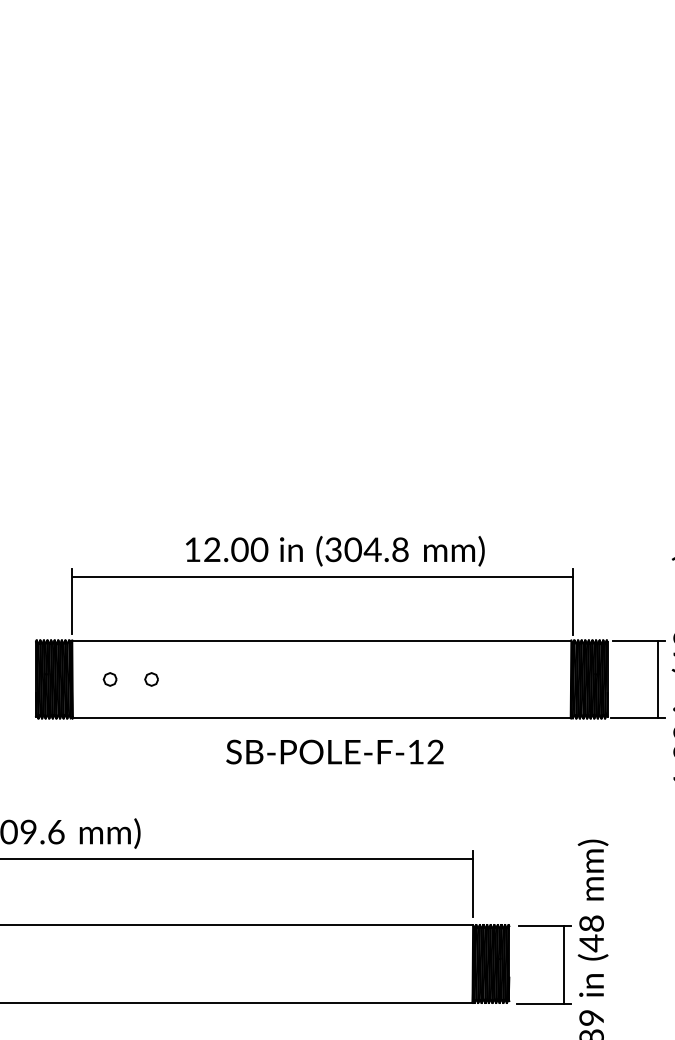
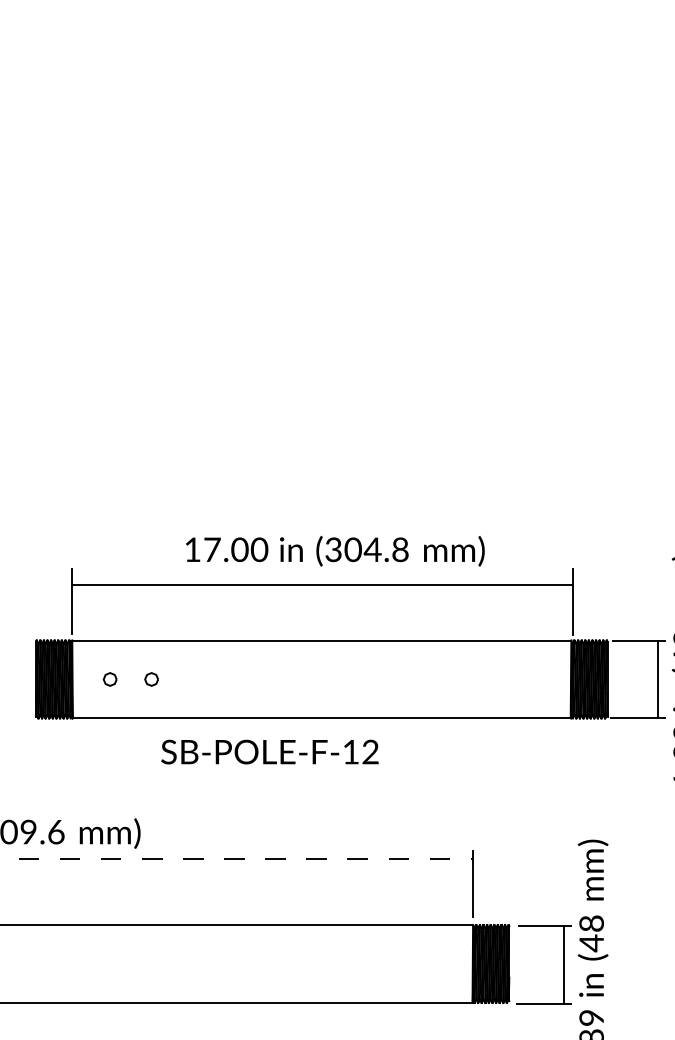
text at (212, 549): 12.00 -> 17.00
line at (322, 576) position: (322, 576) -> (322, 584)
text at (334, 751) position: (334, 751) -> (269, 751)
line at (237, 859): solid -> dashed
